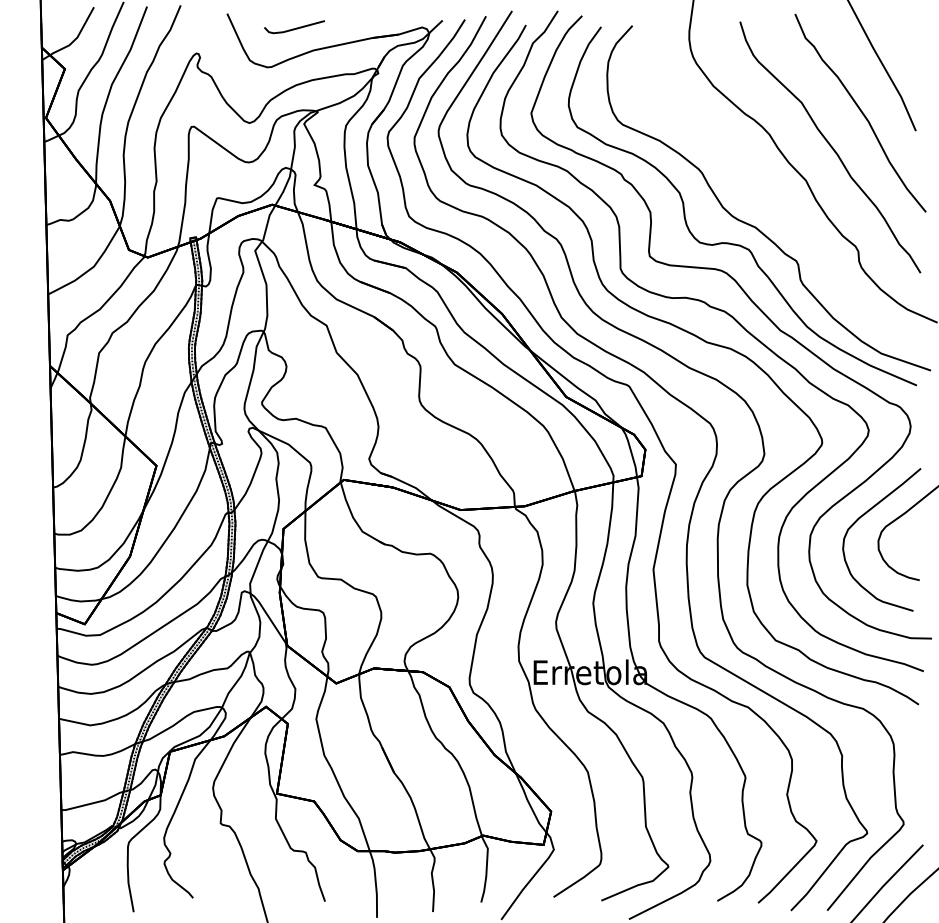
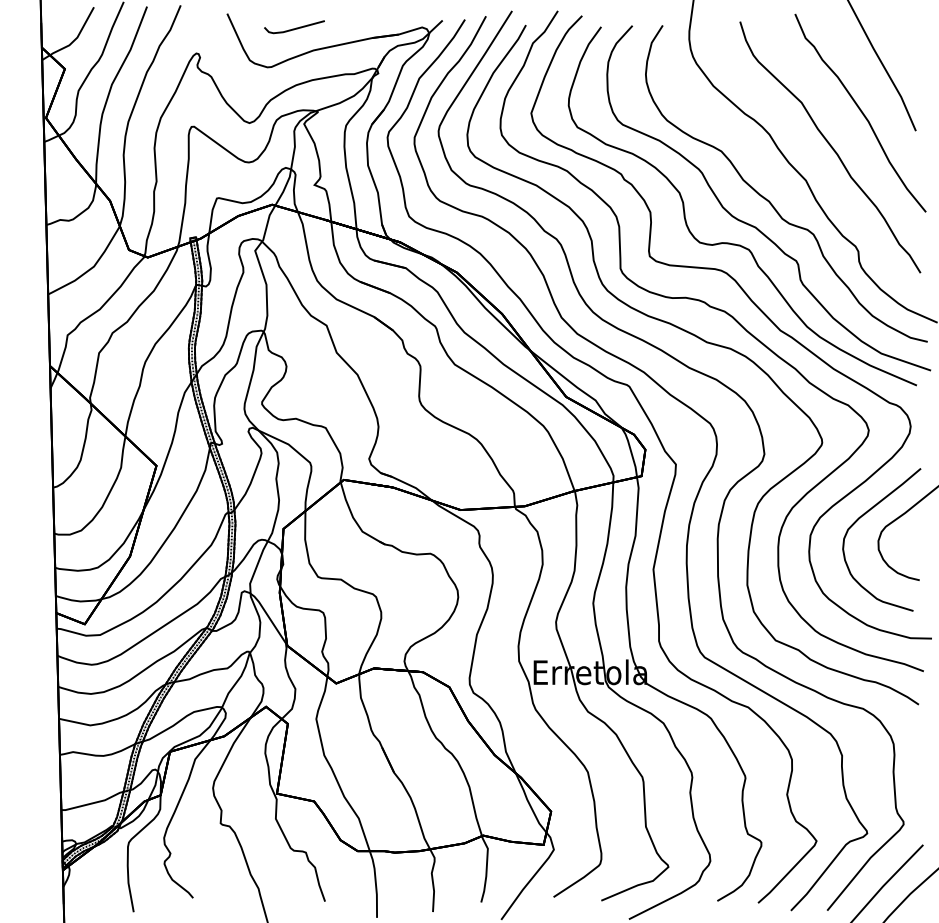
part at (769, 200): none -> present
